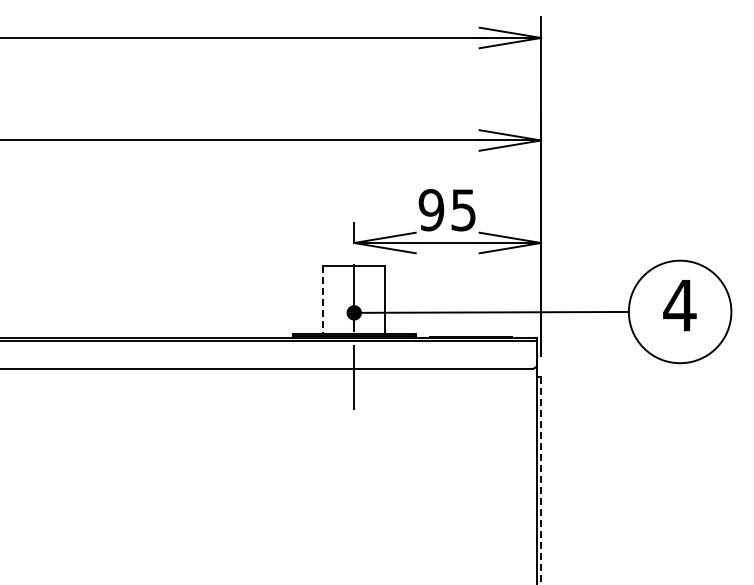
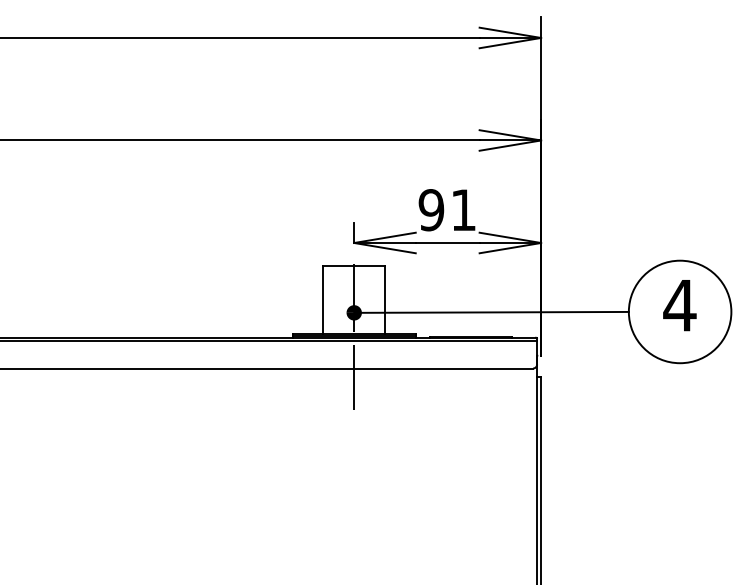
text at (463, 210): 95 -> 91
line at (323, 300): dashed -> solid
line at (541, 480): dashed -> solid
